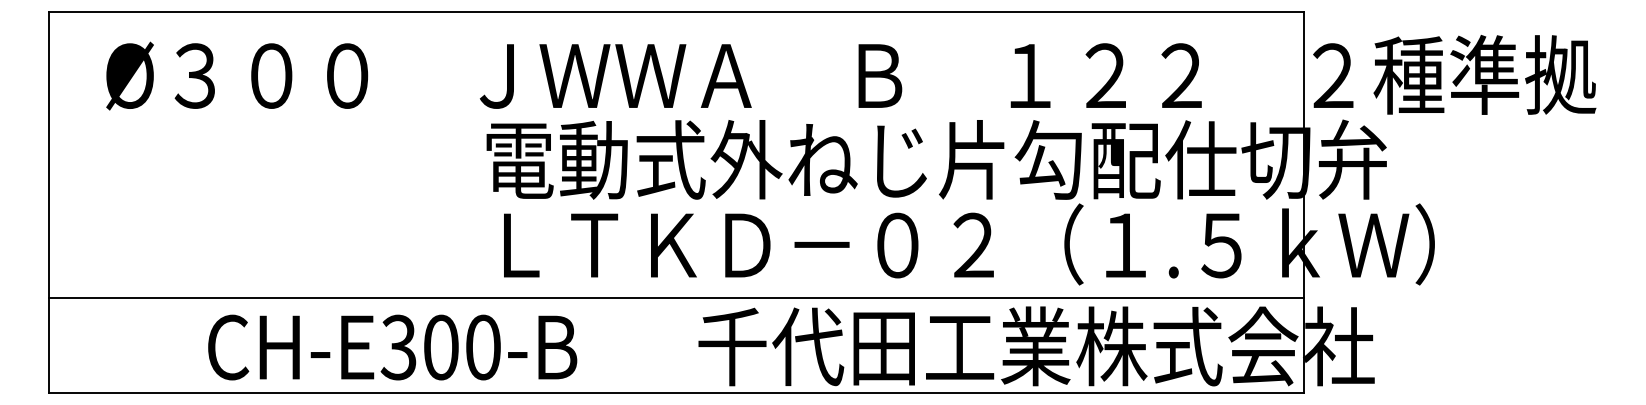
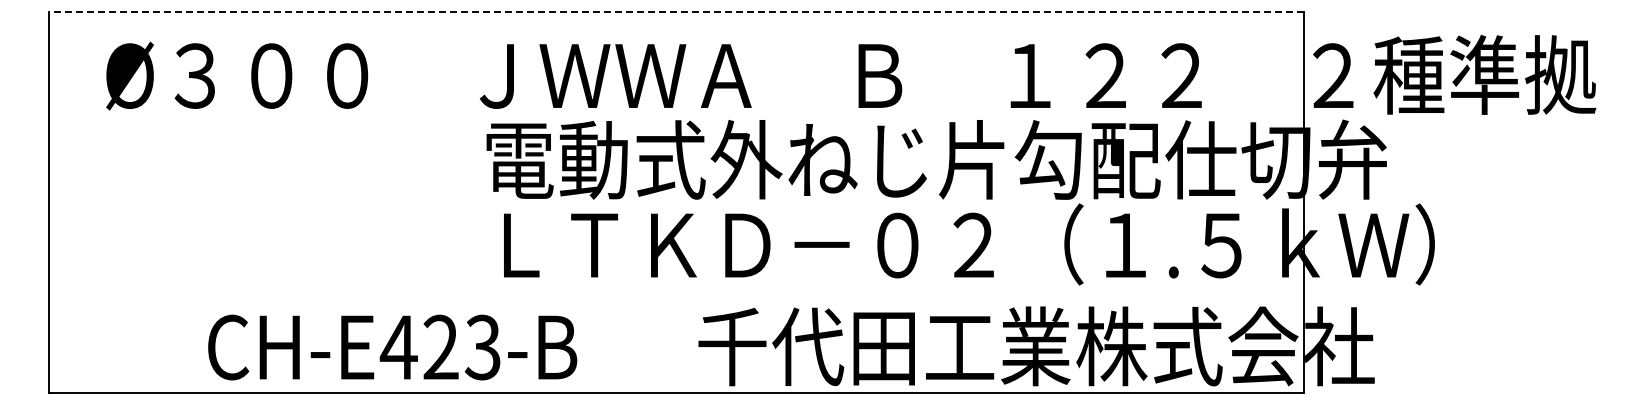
line at (676, 11): solid -> dashed
line at (676, 297): present -> none
text at (439, 347): CH-E300-B -> CH-E423-B
